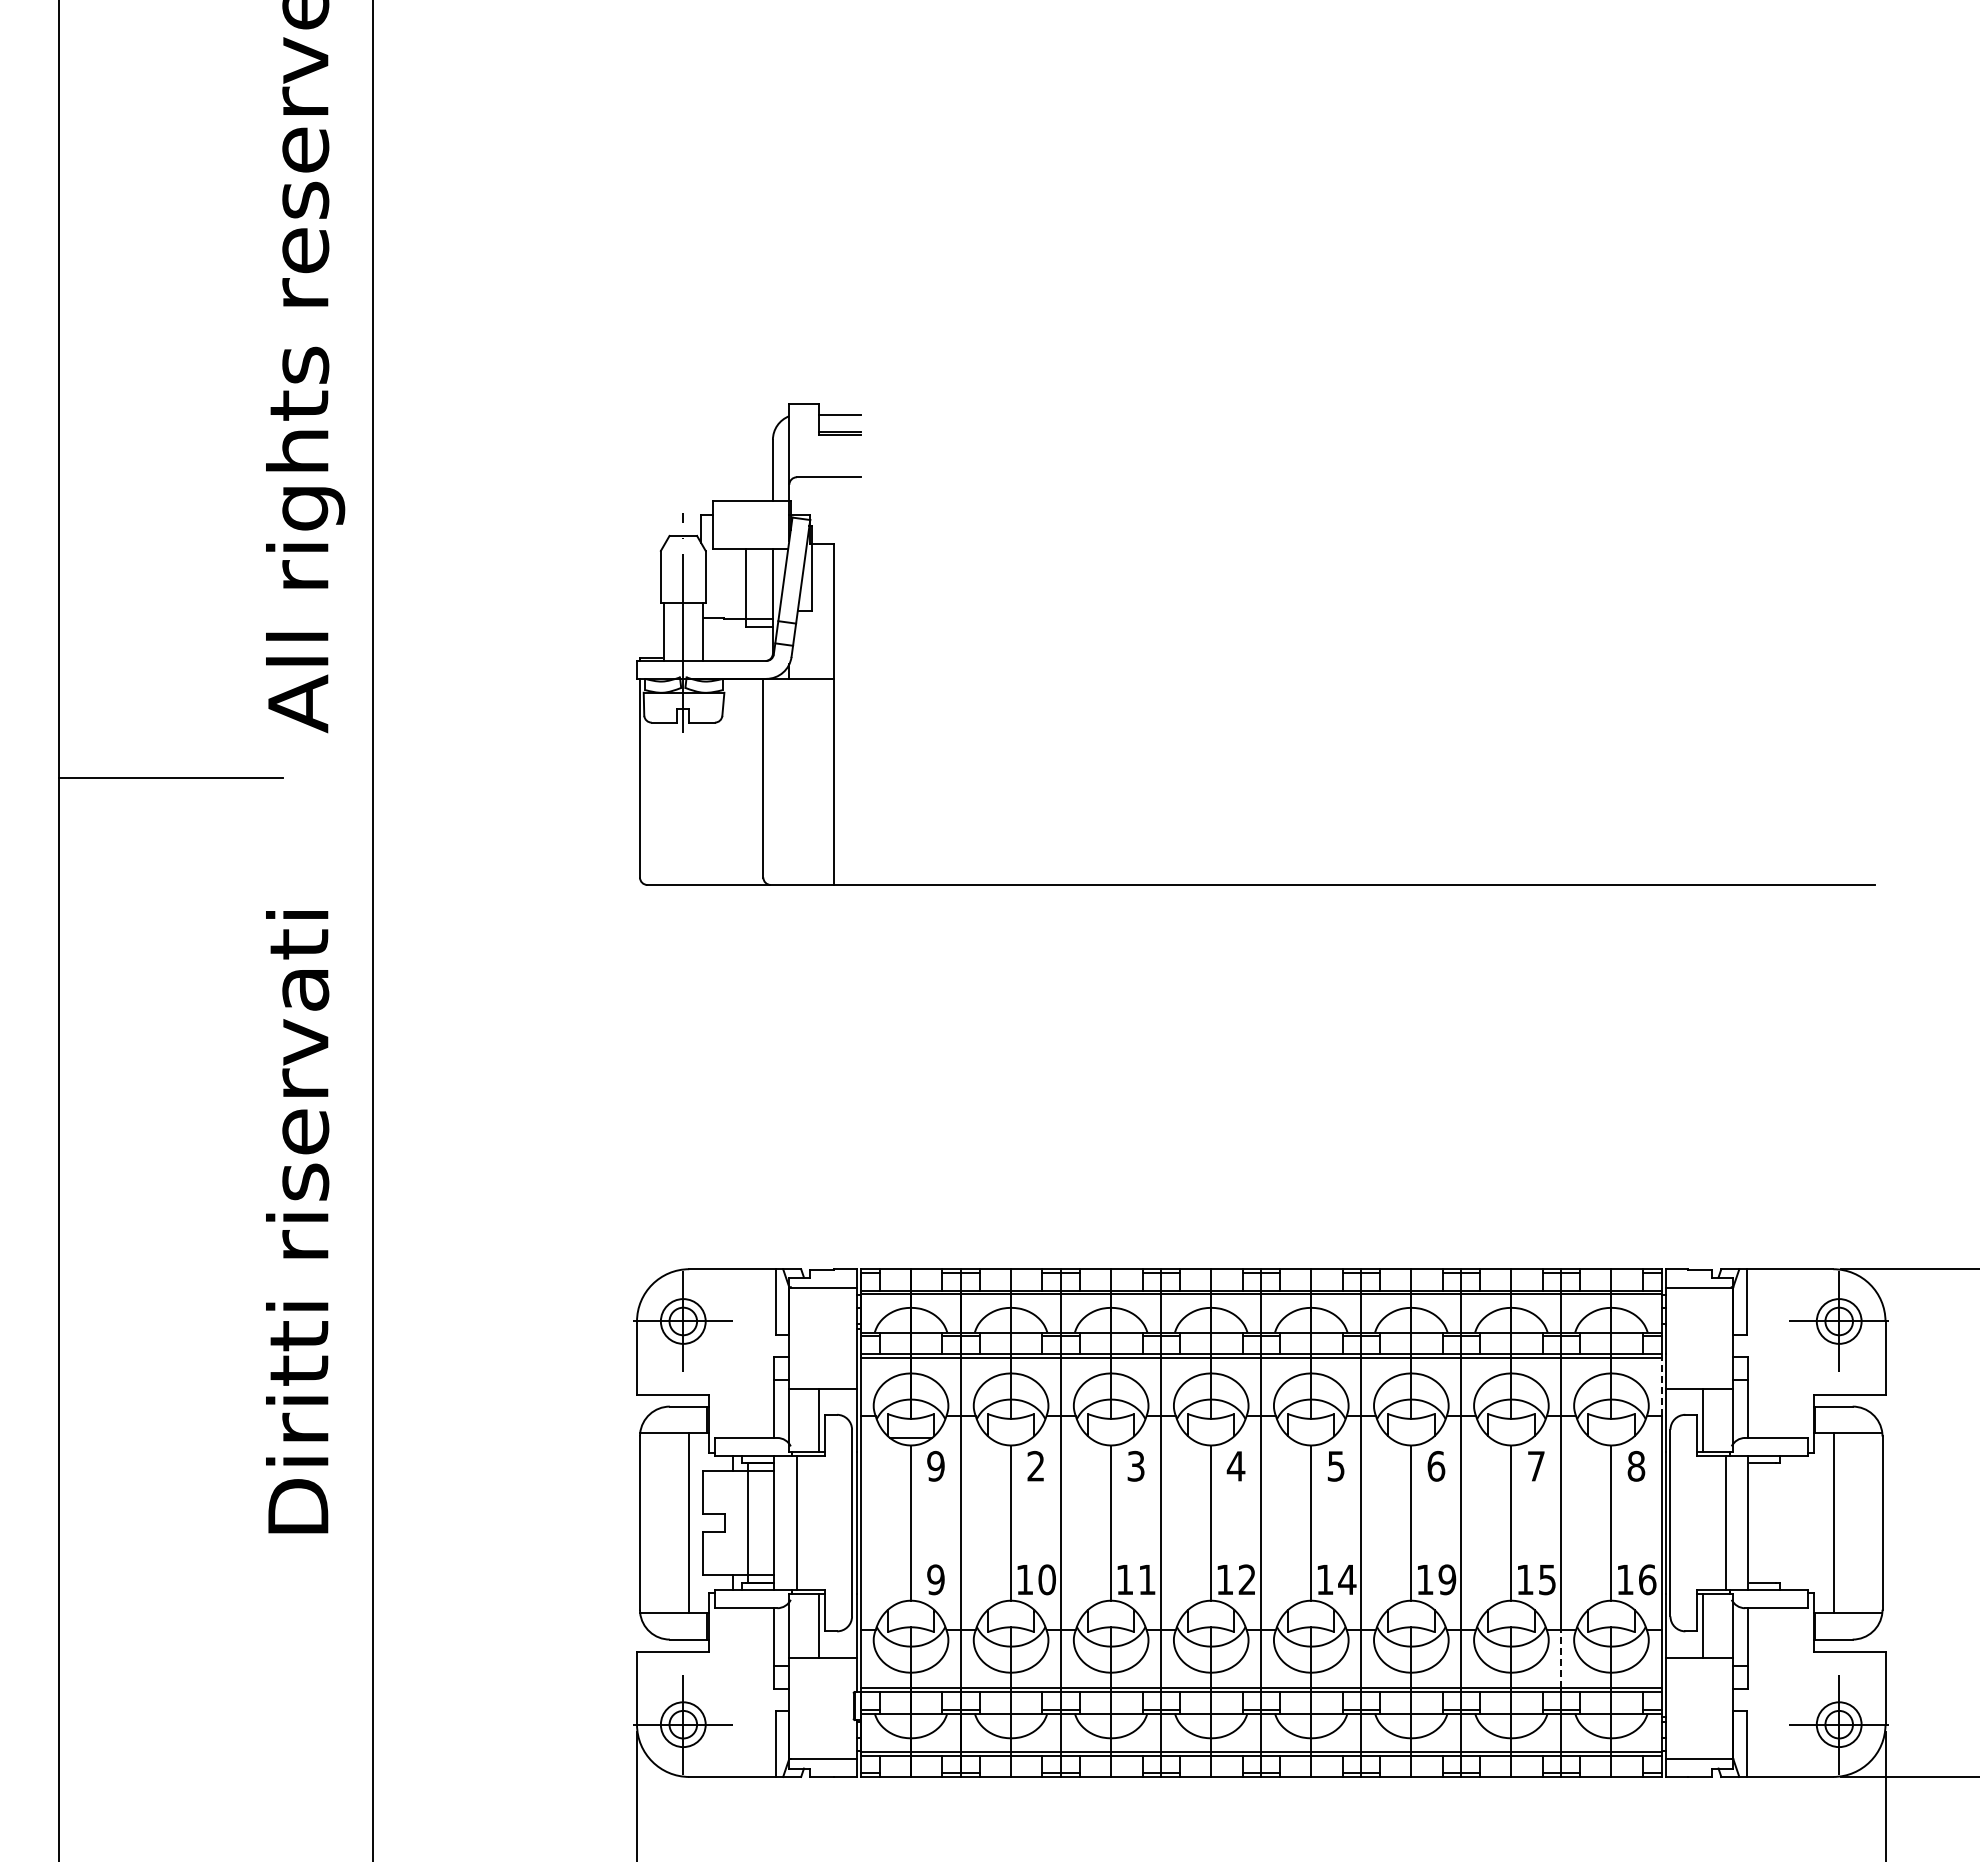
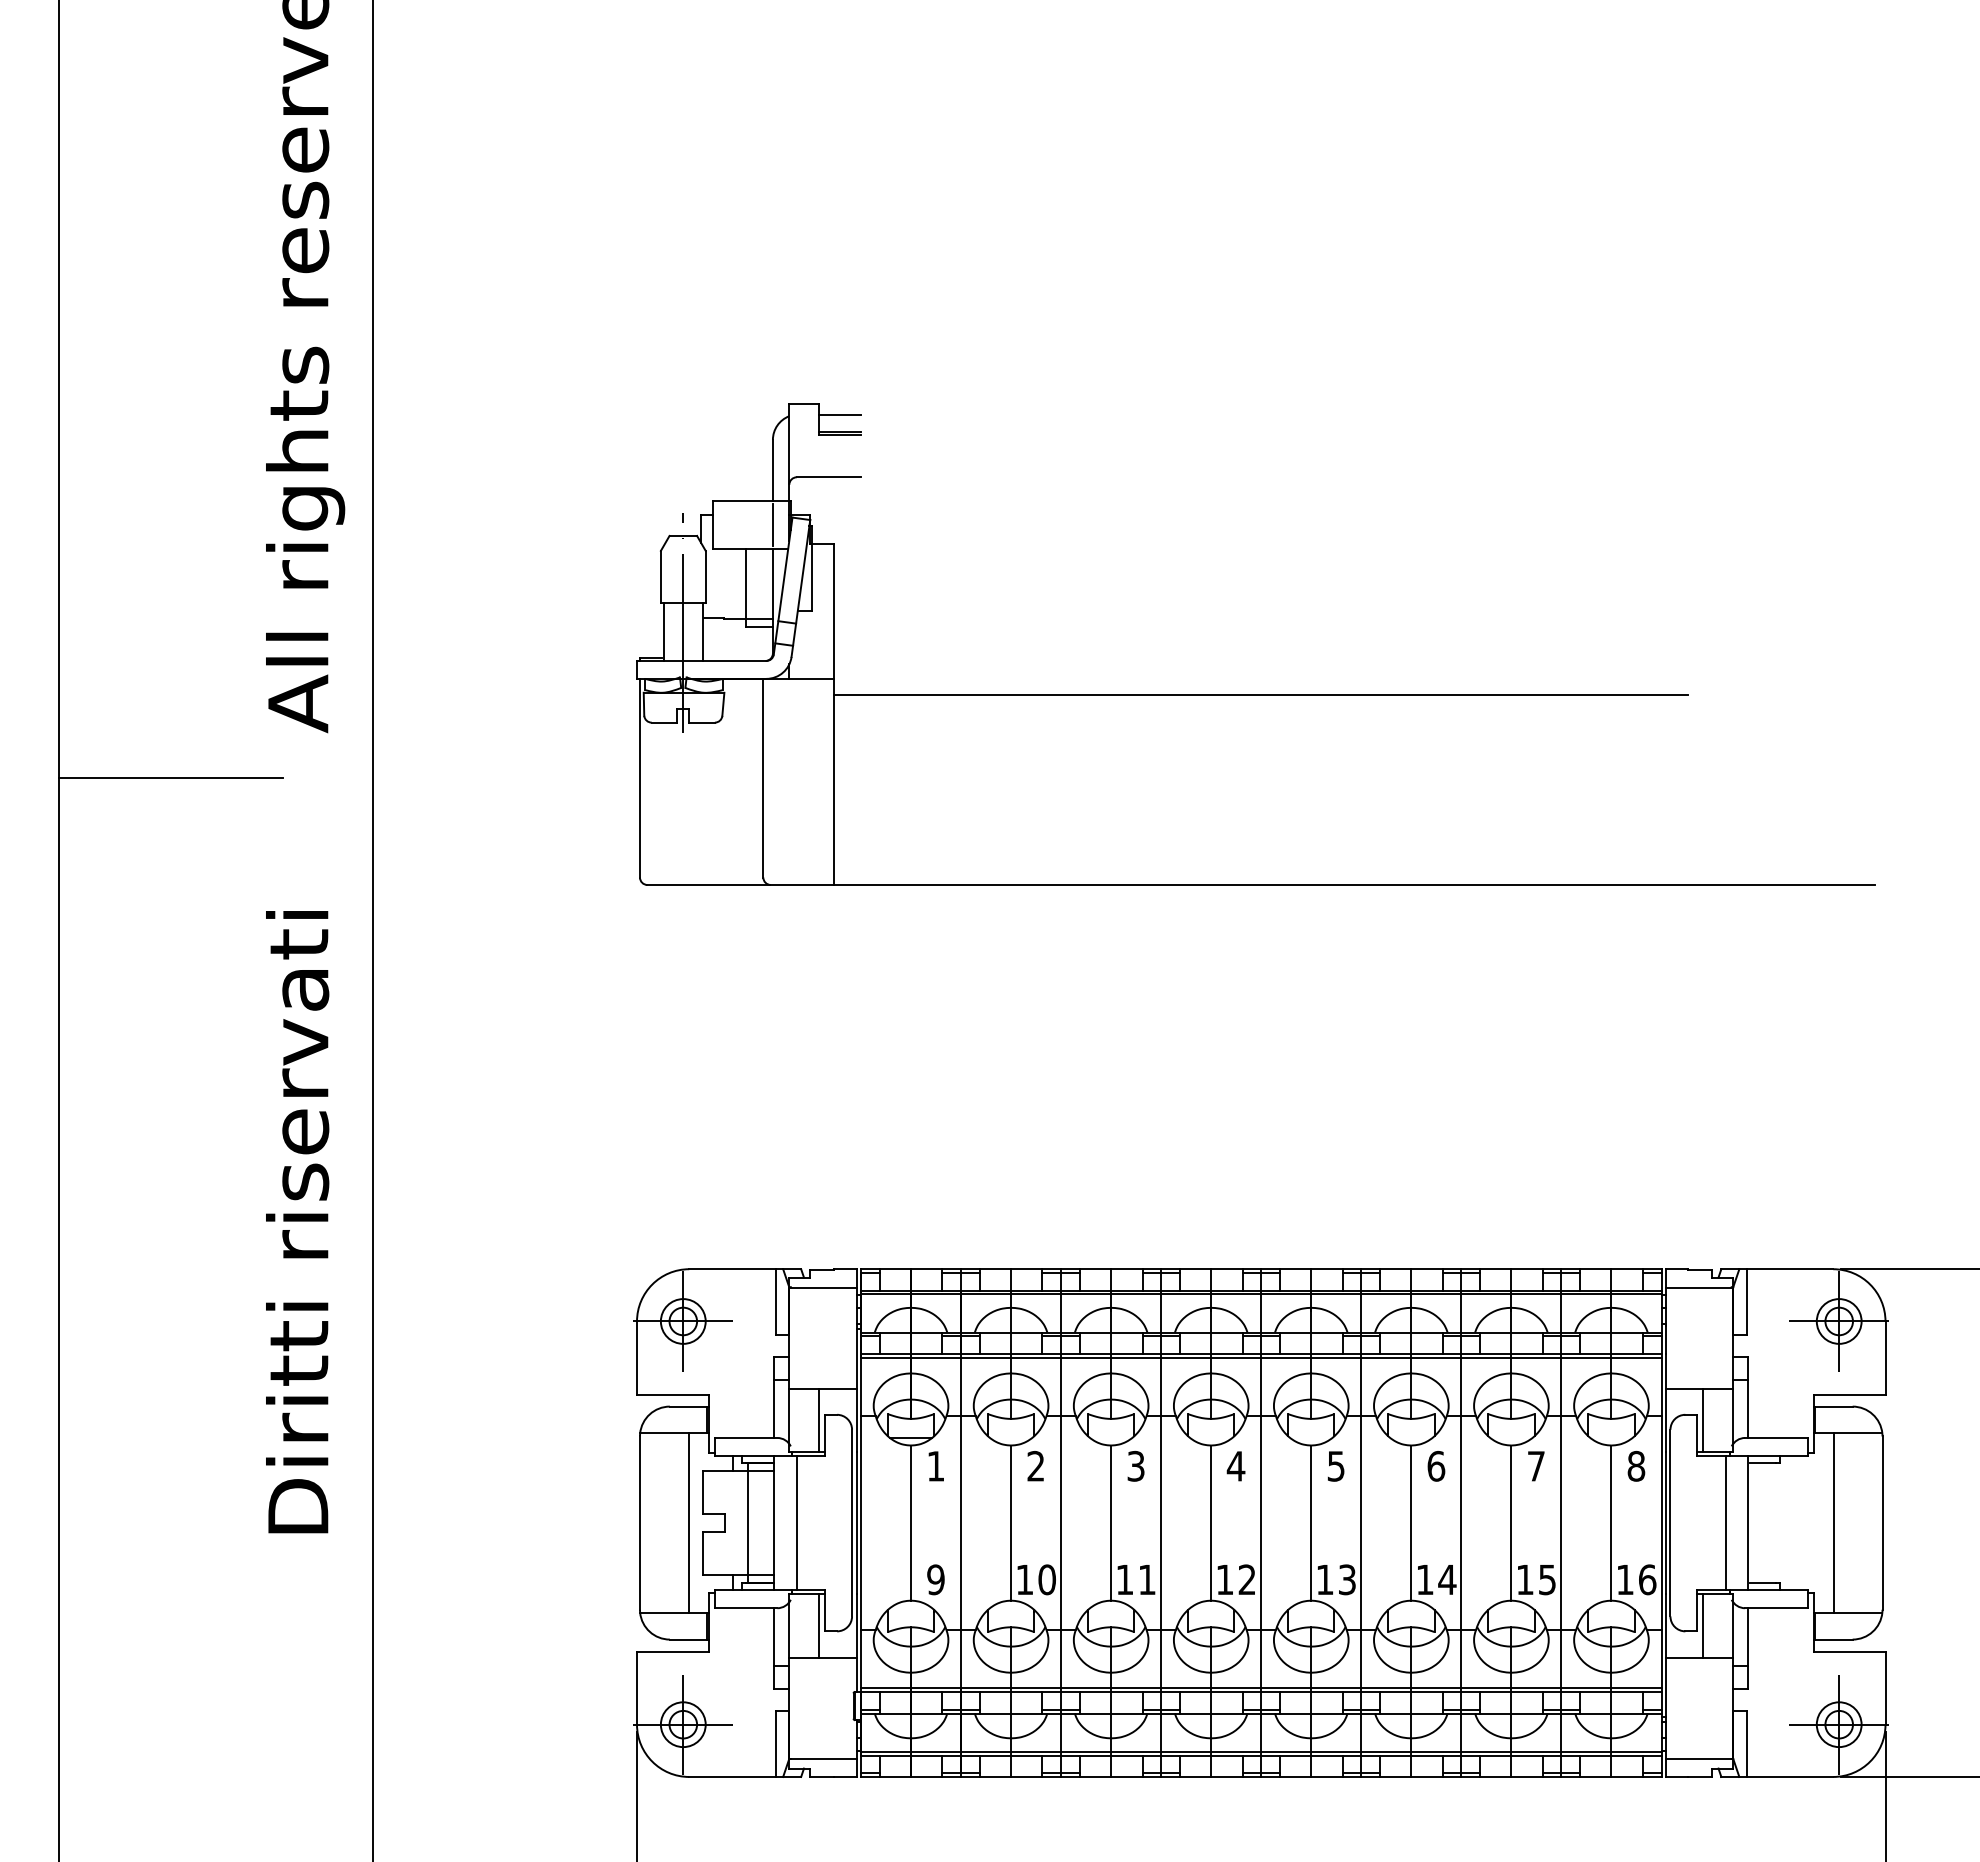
line at (772, 524): none -> present
line at (1261, 695): none -> present
line at (1661, 1386): dashed -> solid
text at (935, 1465): 9 -> 1
text at (1347, 1579): 14 -> 13
text at (1447, 1579): 19 -> 14
line at (1561, 1659): dashed -> solid
